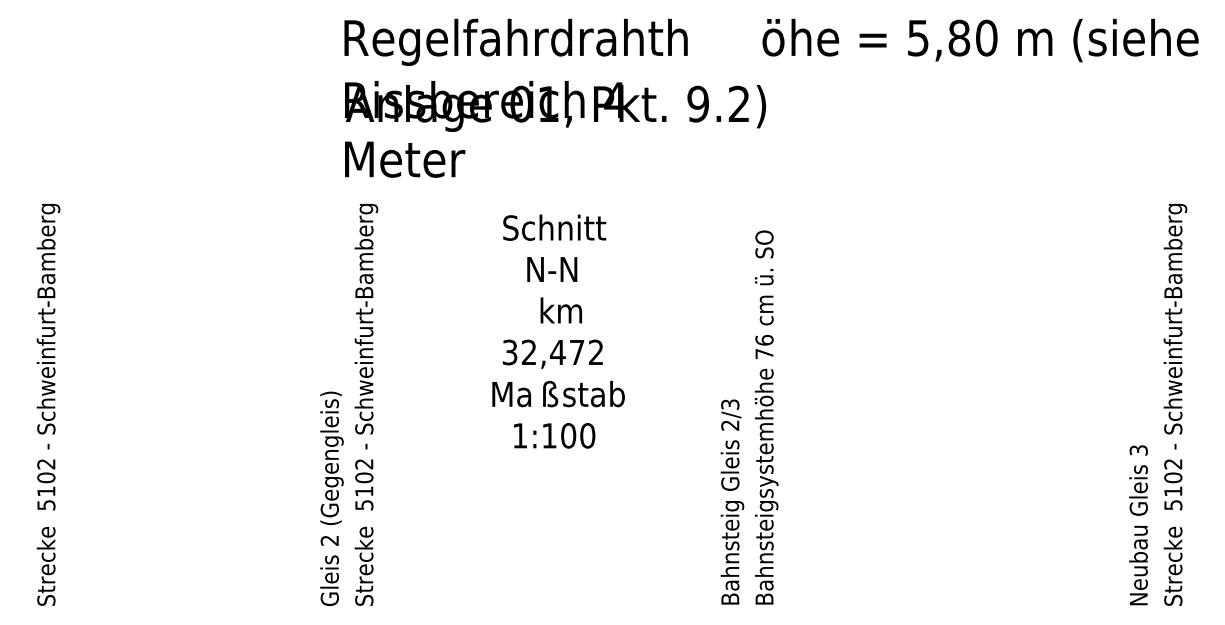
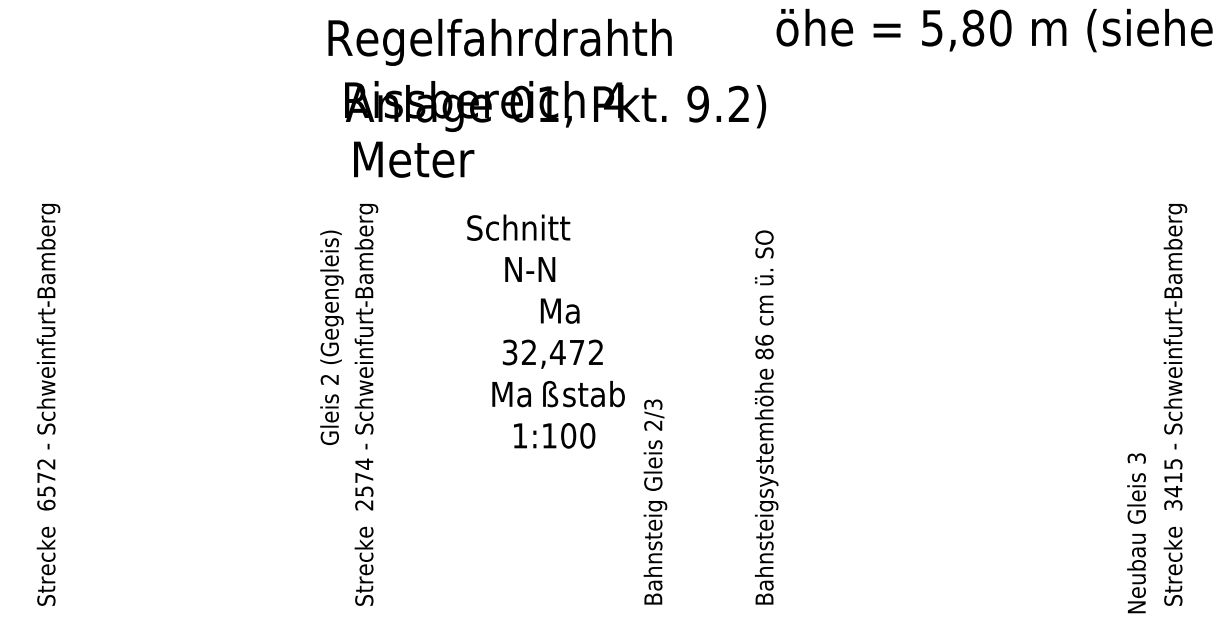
text at (980, 40) position: (980, 40) -> (994, 30)
text at (515, 41) position: (515, 41) -> (499, 41)
text at (405, 159) position: (405, 159) -> (414, 159)
text at (554, 227) position: (554, 227) -> (518, 227)
text at (552, 269) position: (552, 269) -> (530, 269)
text at (561, 310): km -> Ma
text at (764, 353): 76 -> 86
text at (364, 484): 5102 -> 2574
text at (1173, 484): 5102 -> 3415
text at (46, 491): 5102 -> 6572
text at (331, 498) position: (331, 498) -> (331, 337)
text at (732, 501) position: (732, 501) -> (655, 501)
text at (1138, 525) position: (1138, 525) -> (1136, 533)
